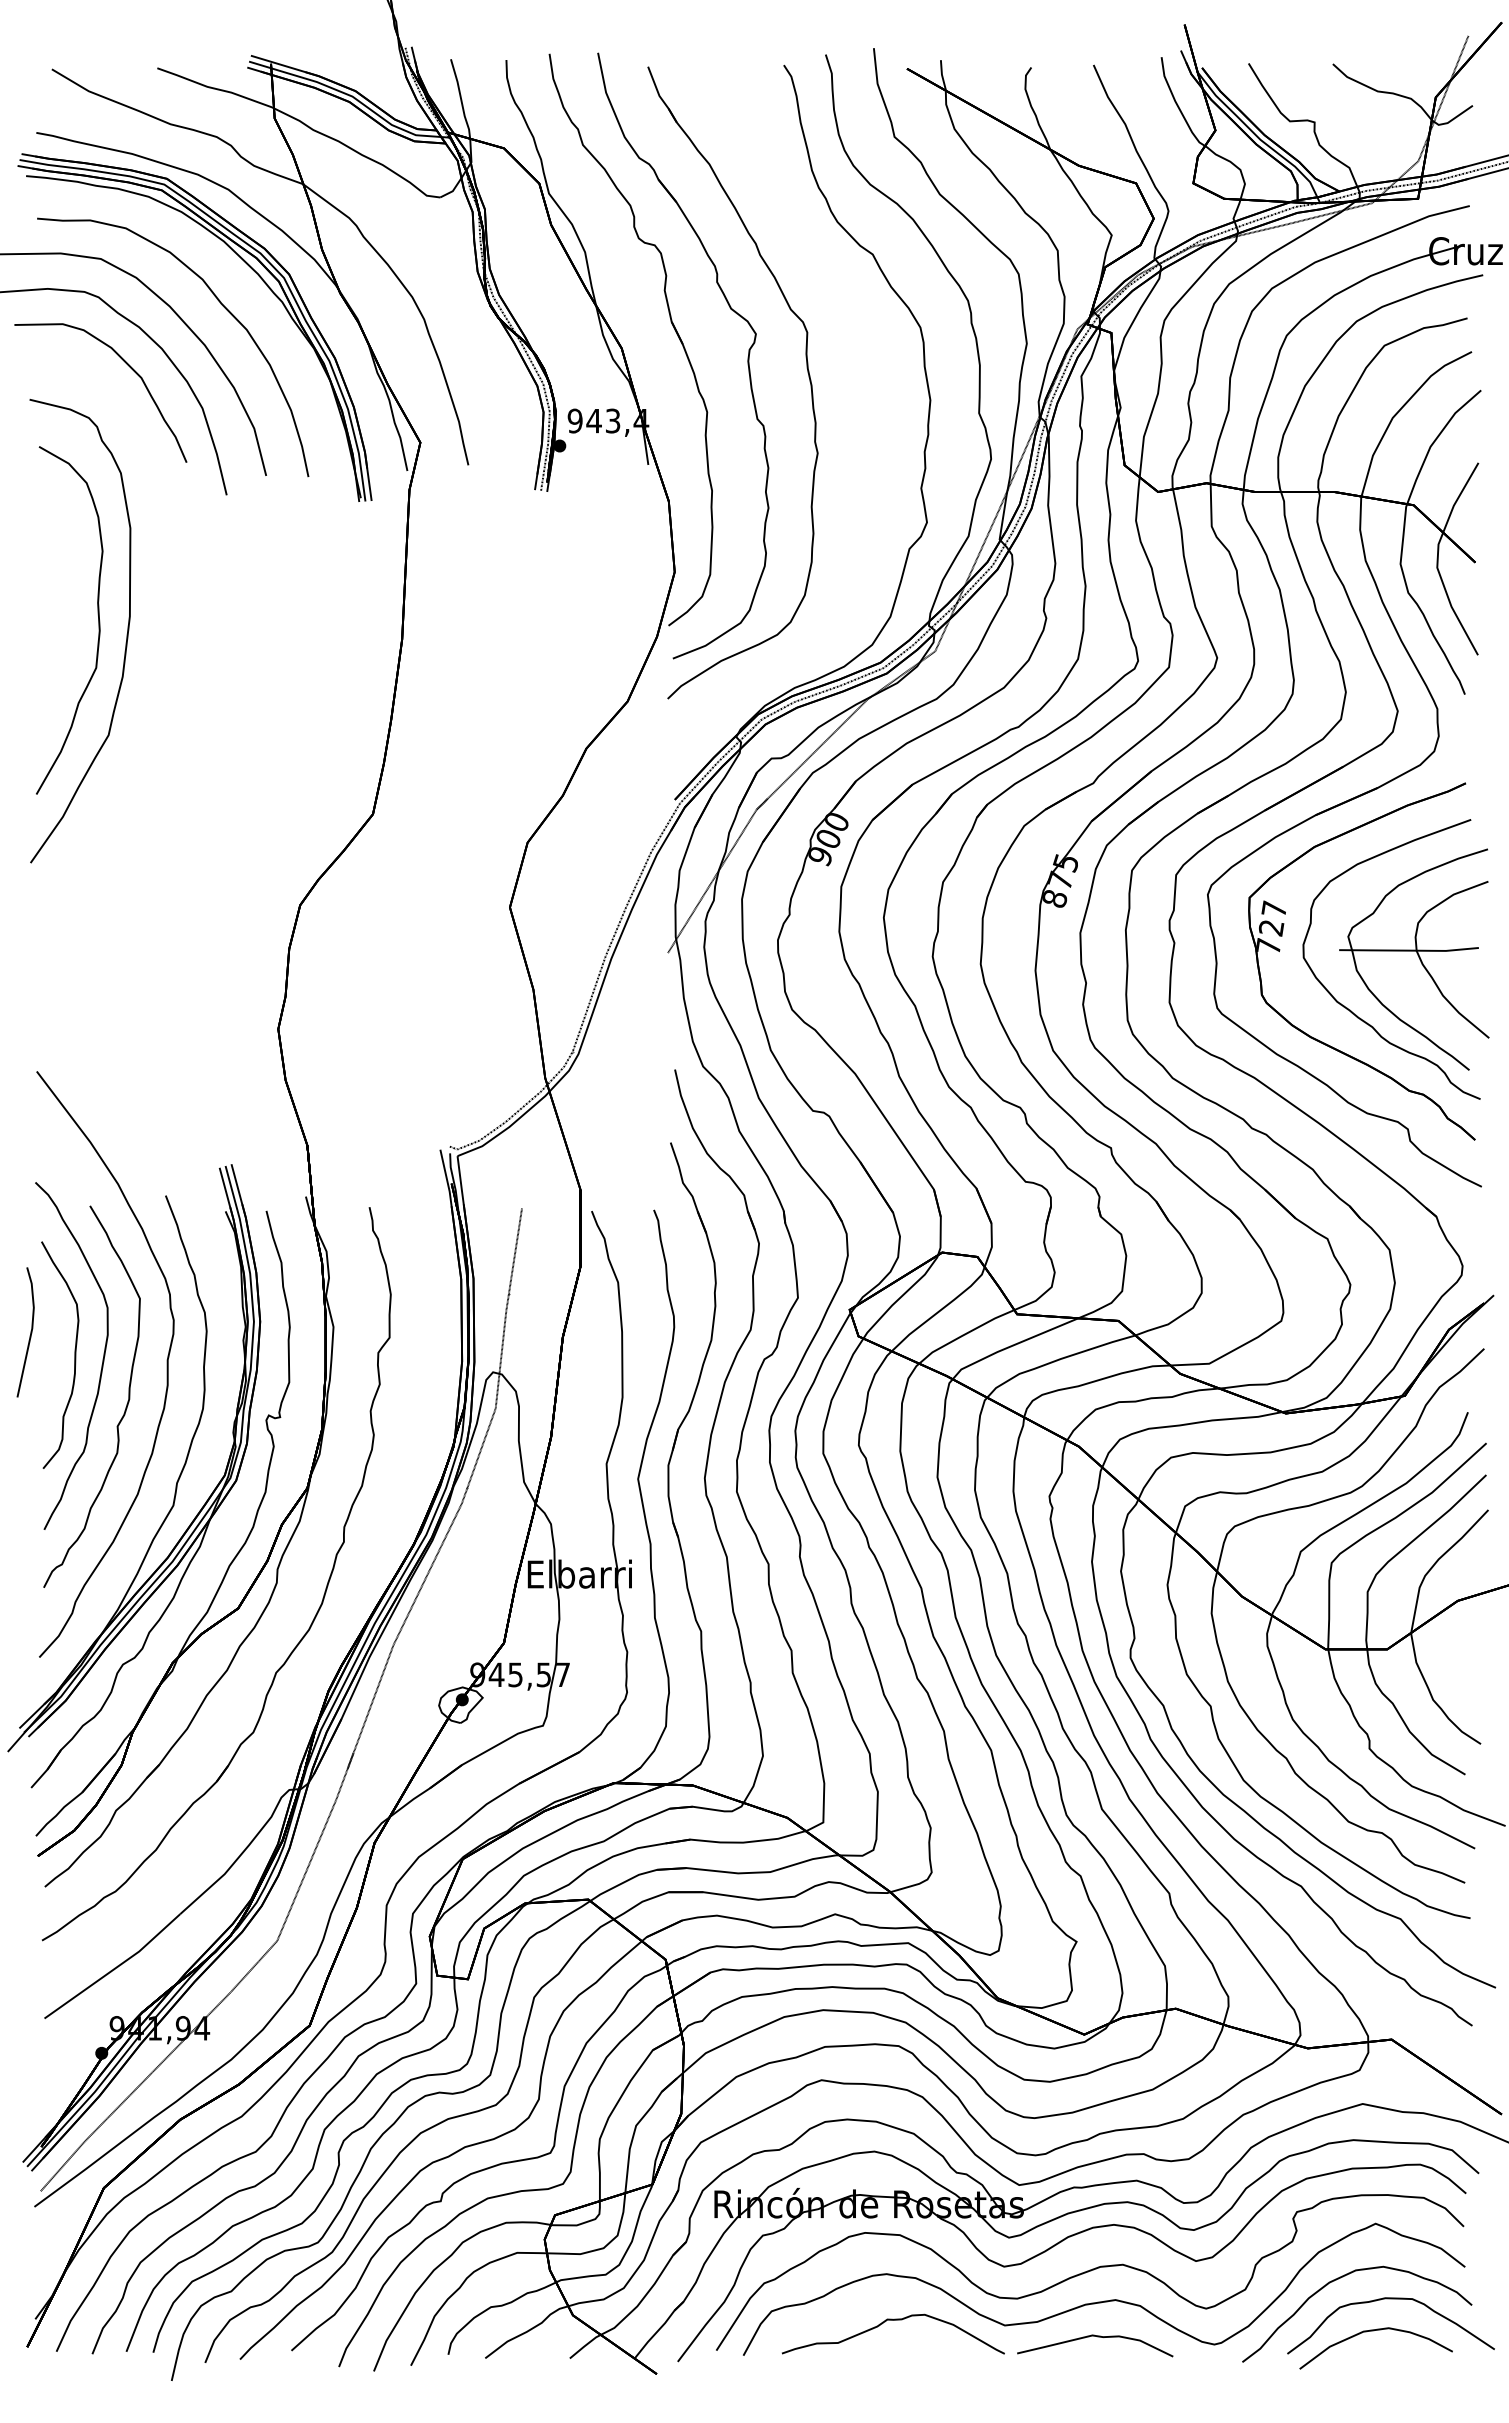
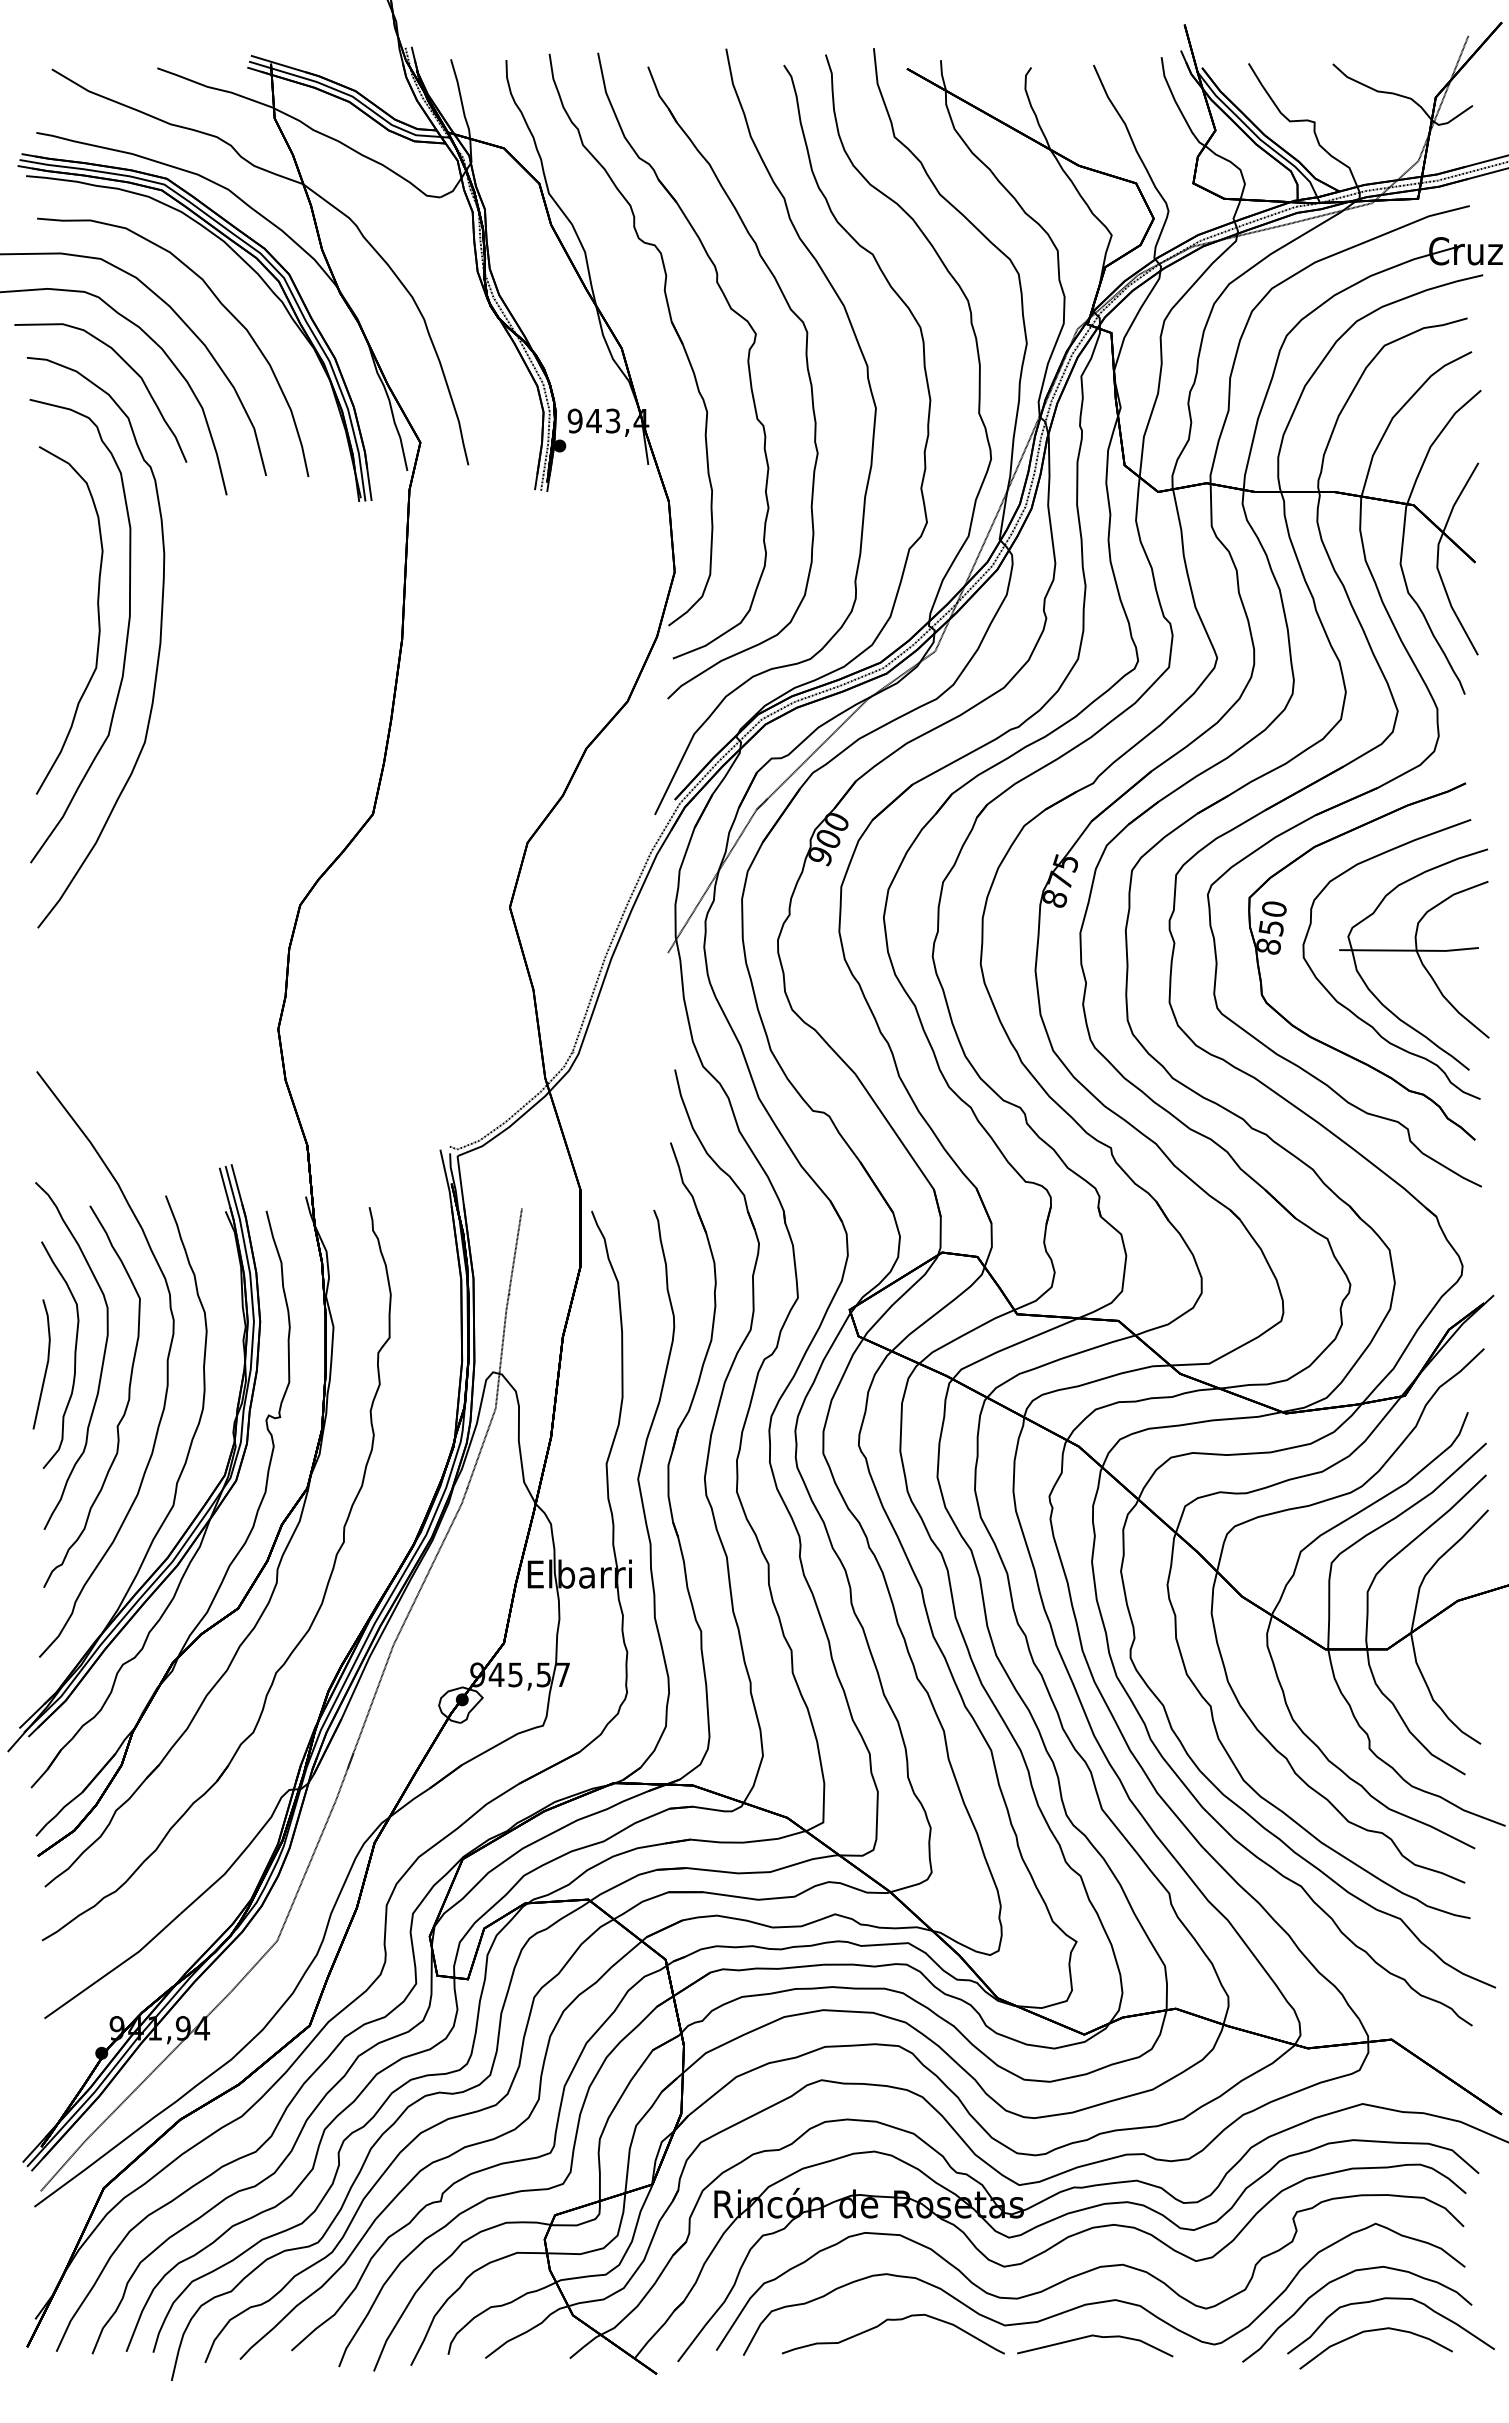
part at (872, 434): none -> present
part at (158, 648): none -> present
text at (1271, 927): 727 -> 850
part at (25, 1332) position: (25, 1332) -> (41, 1364)
